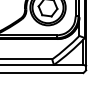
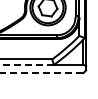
line at (26, 64): solid -> dashed
line at (41, 73): solid -> dashed
